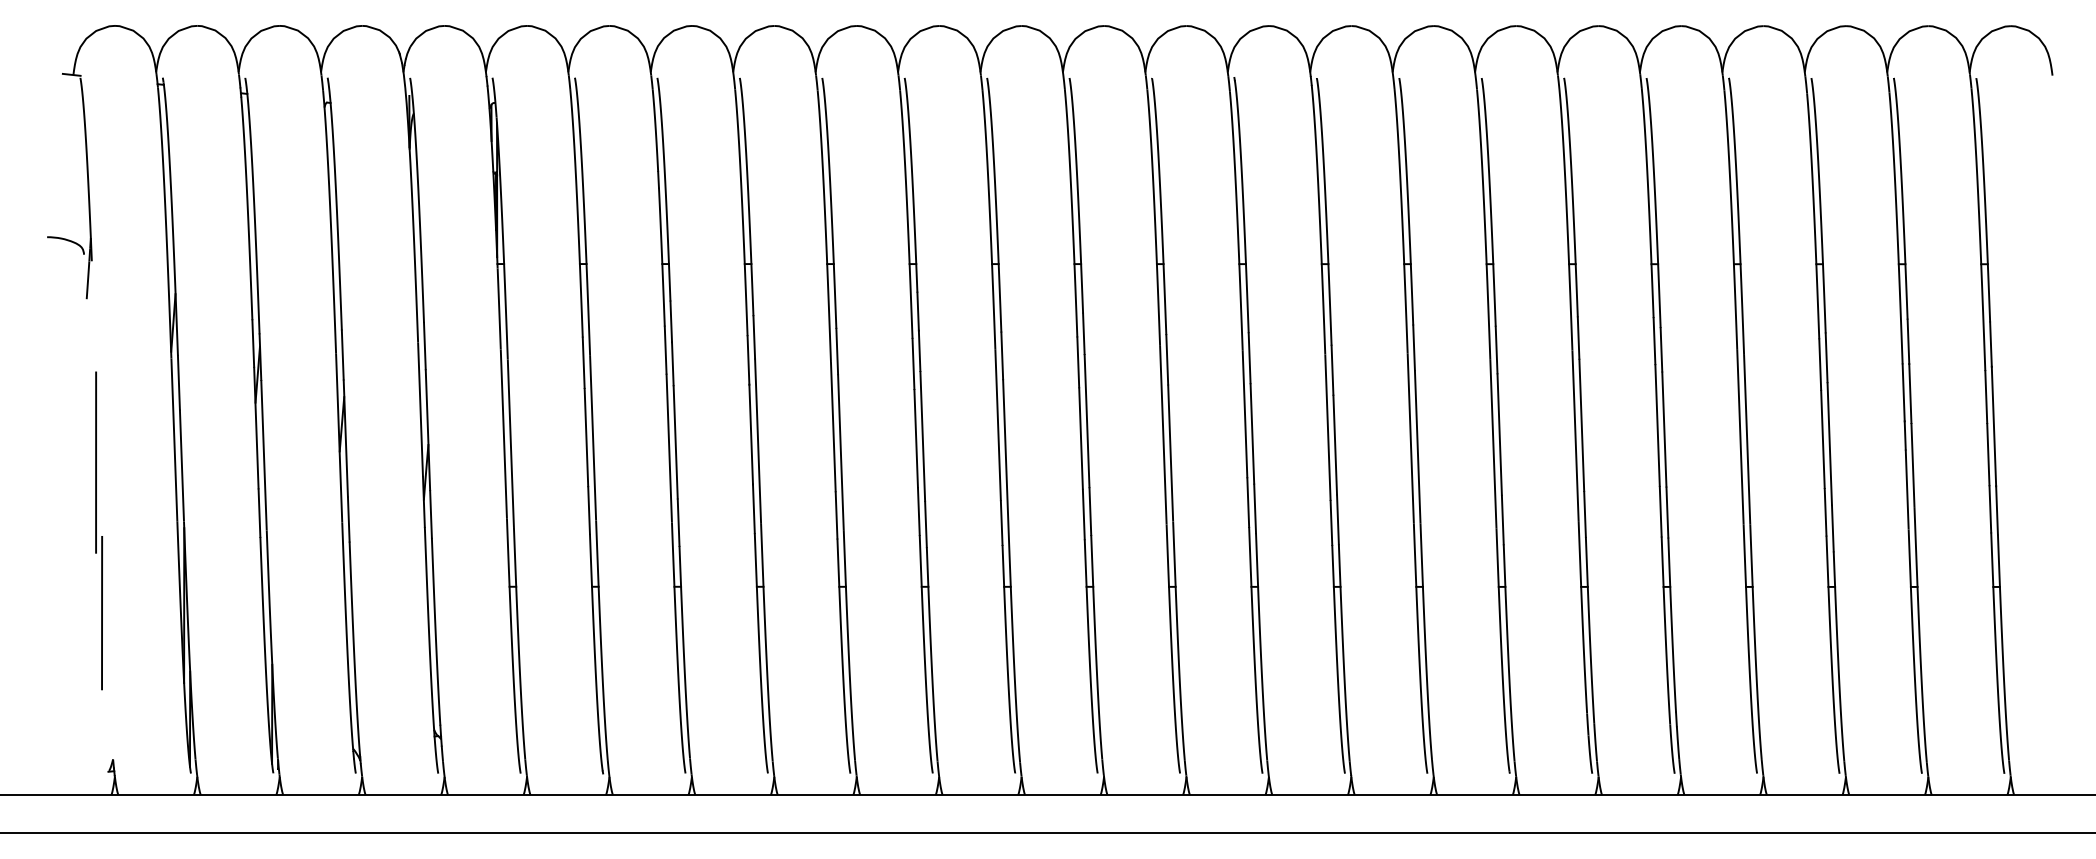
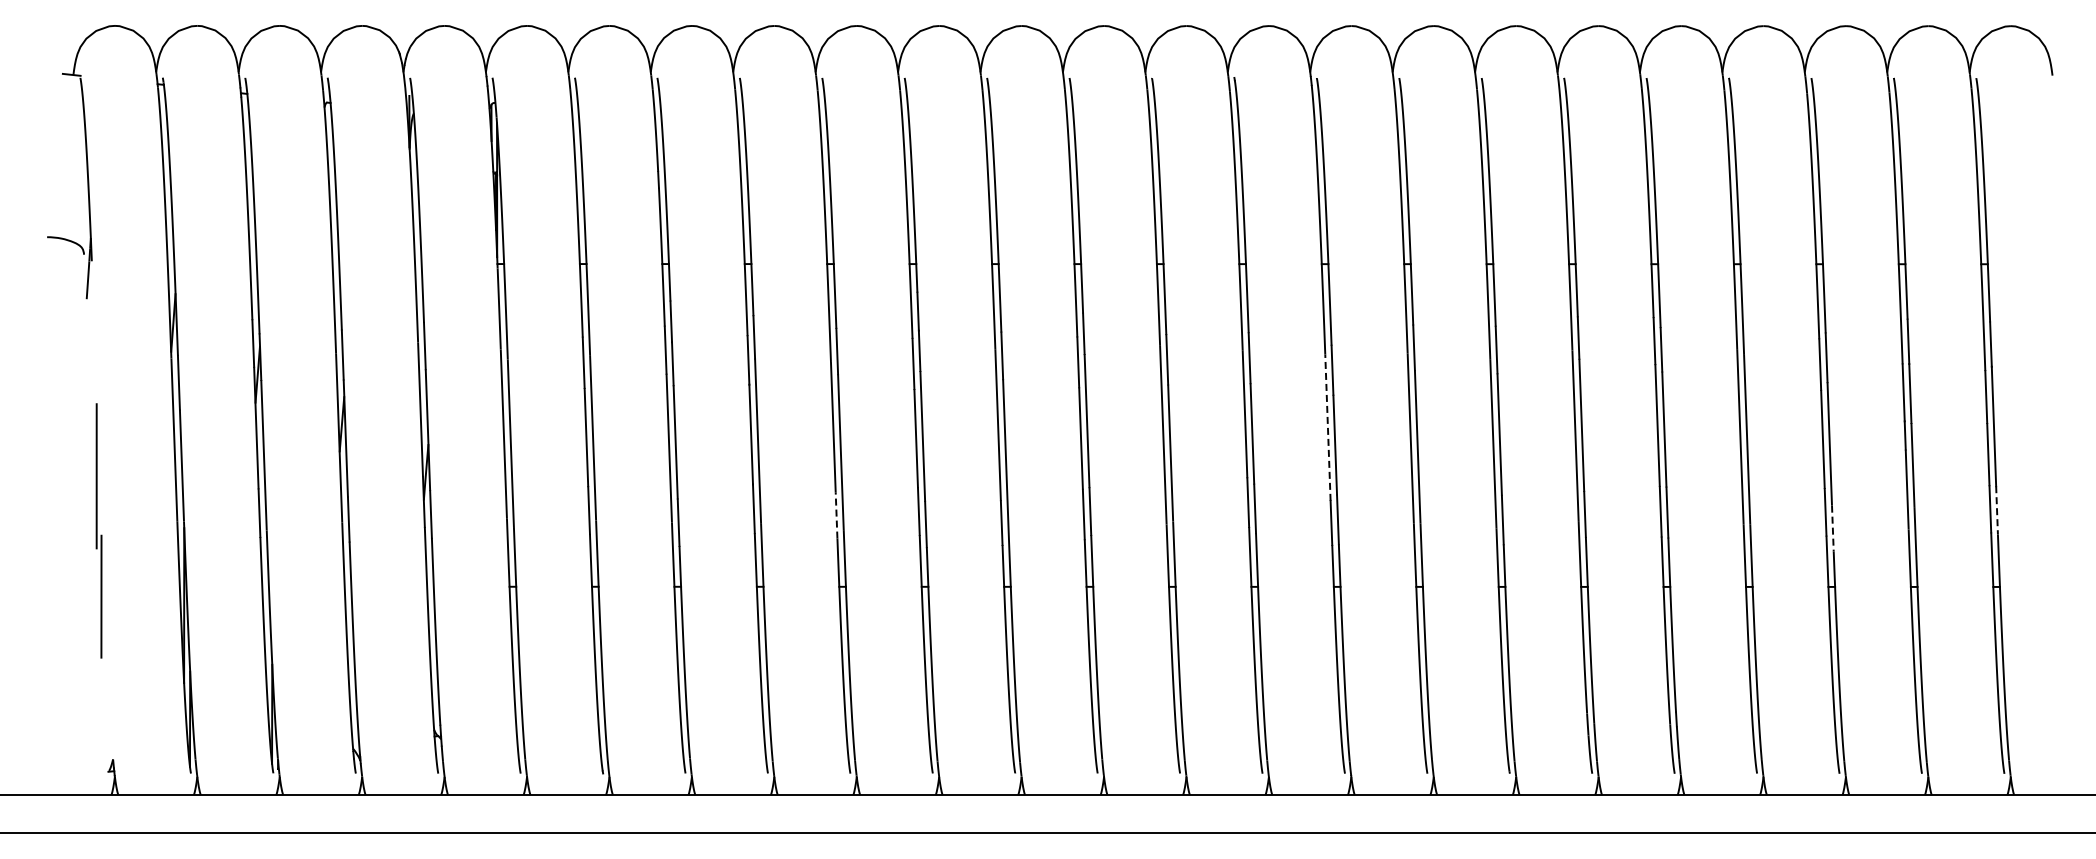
line at (1327, 427): solid -> dashed
line at (1997, 510): solid -> dashed
line at (836, 514): solid -> dashed
line at (1832, 528): solid -> dashed
part at (98, 530) size: 8x320 px -> 8x256 px
